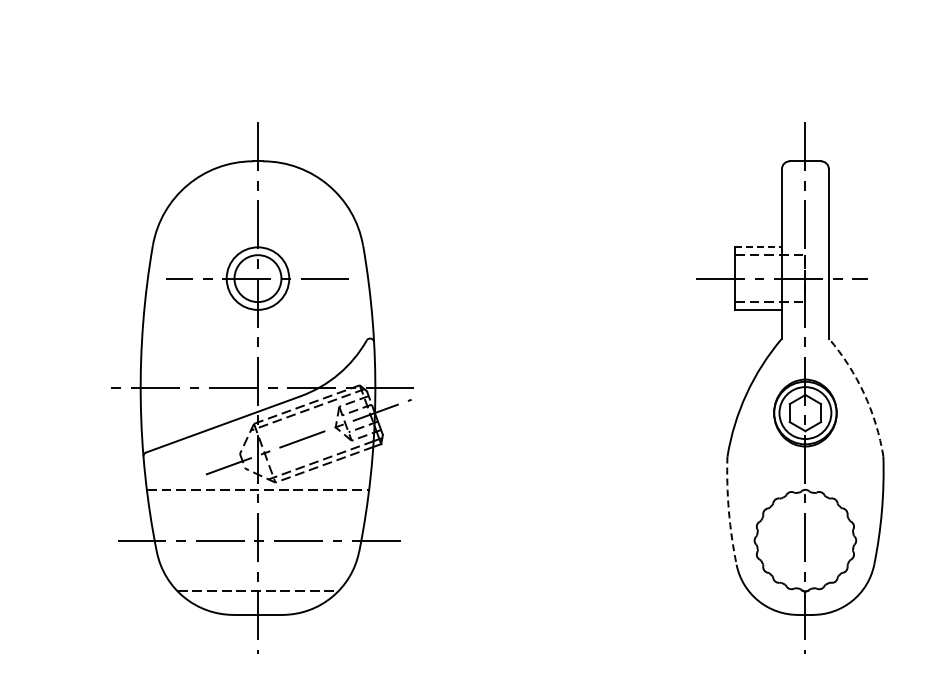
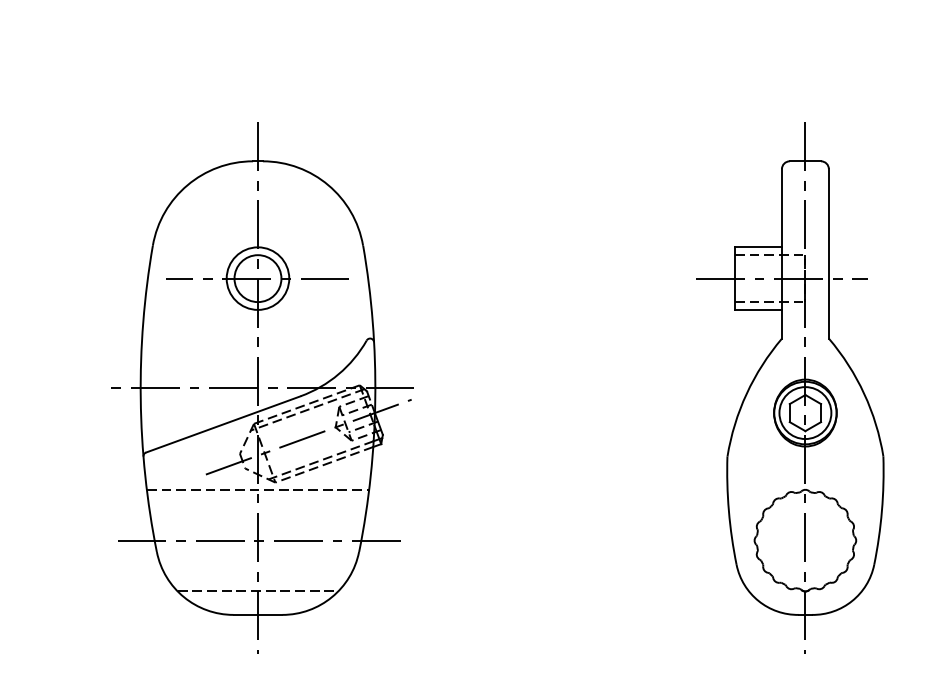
line at (758, 247): dashed -> solid
arc at (864, 393): dashed -> solid
arc at (728, 510): dashed -> solid
